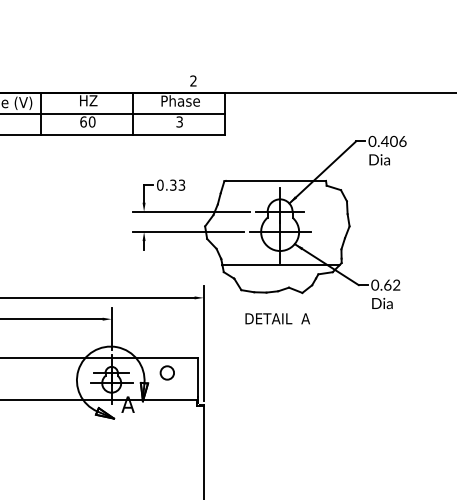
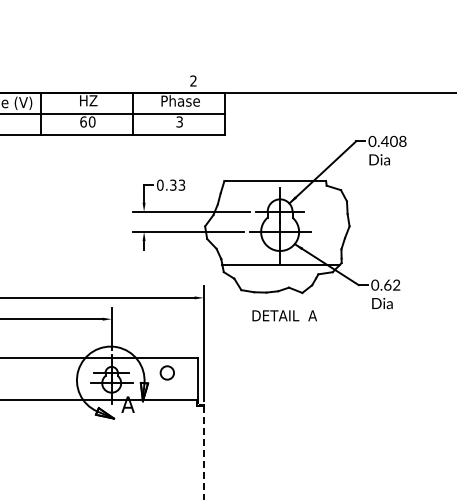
text at (402, 140): 0.406 -> 0.408
text at (277, 318) position: (277, 318) -> (284, 315)
line at (203, 453): solid -> dashed
